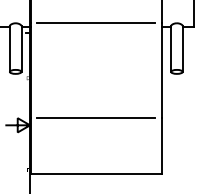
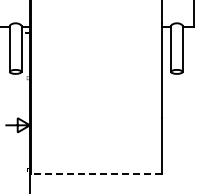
line at (96, 22): present -> none
line at (96, 117): present -> none
line at (95, 173): solid -> dashed
